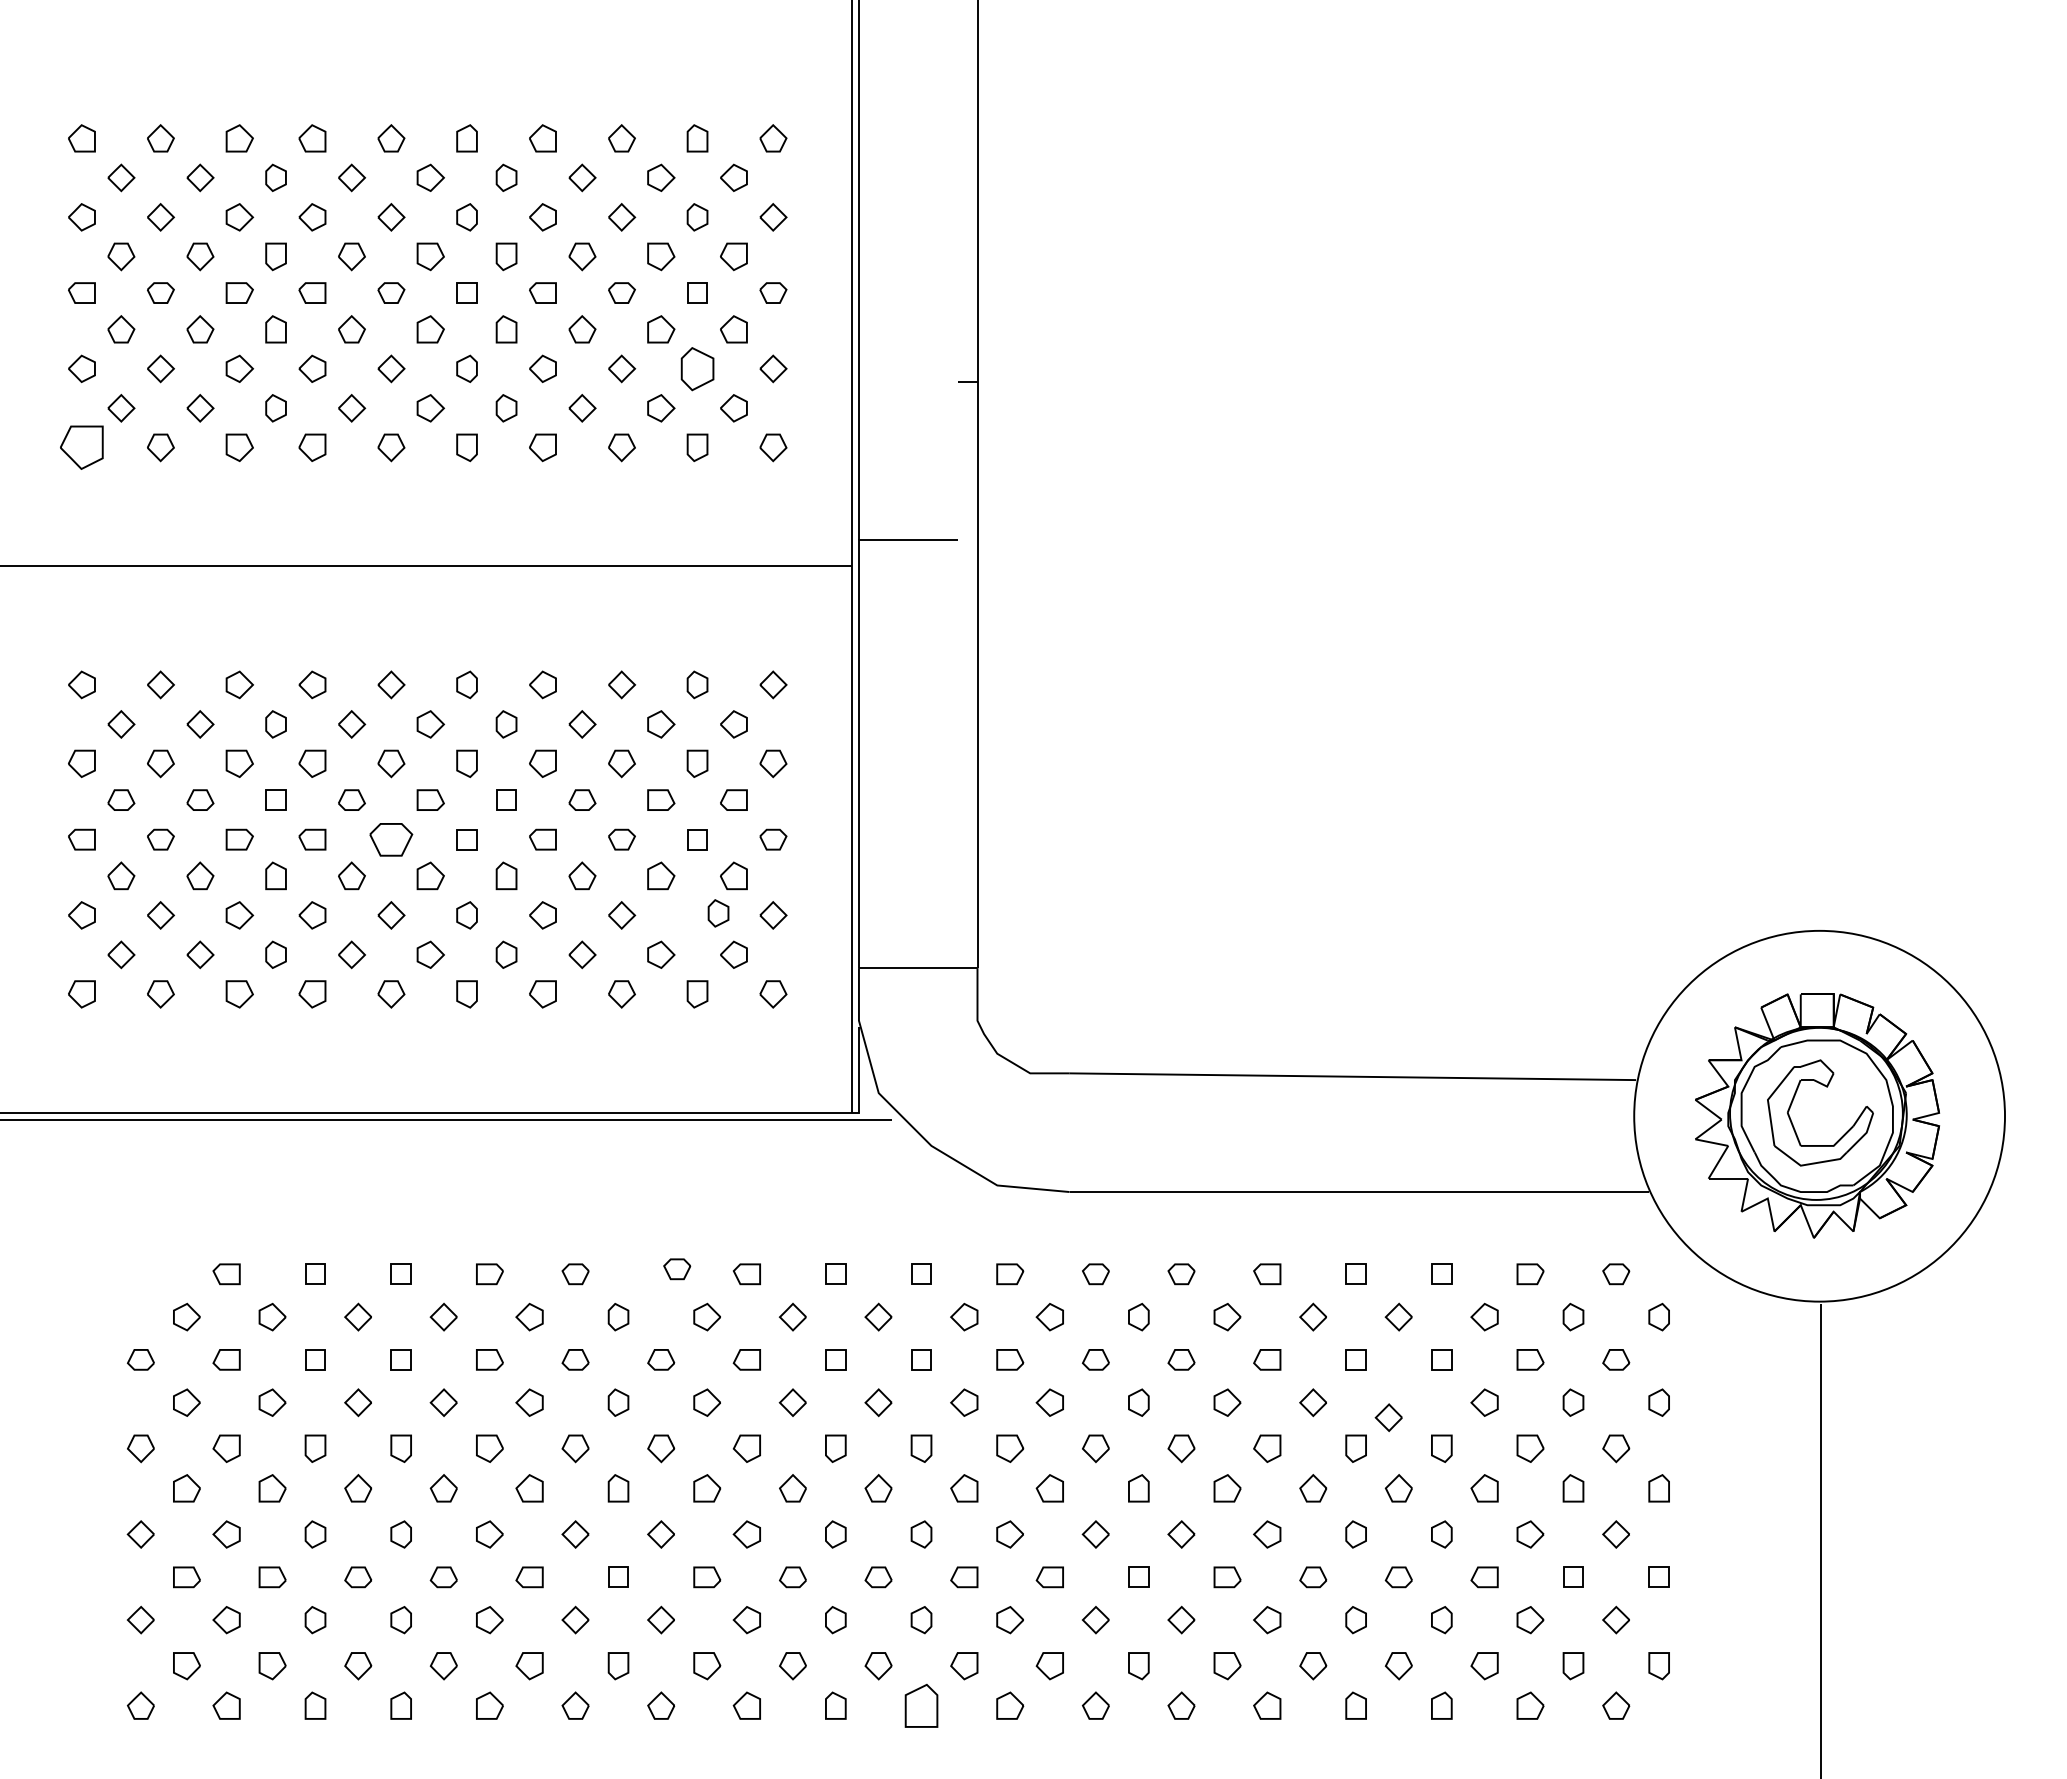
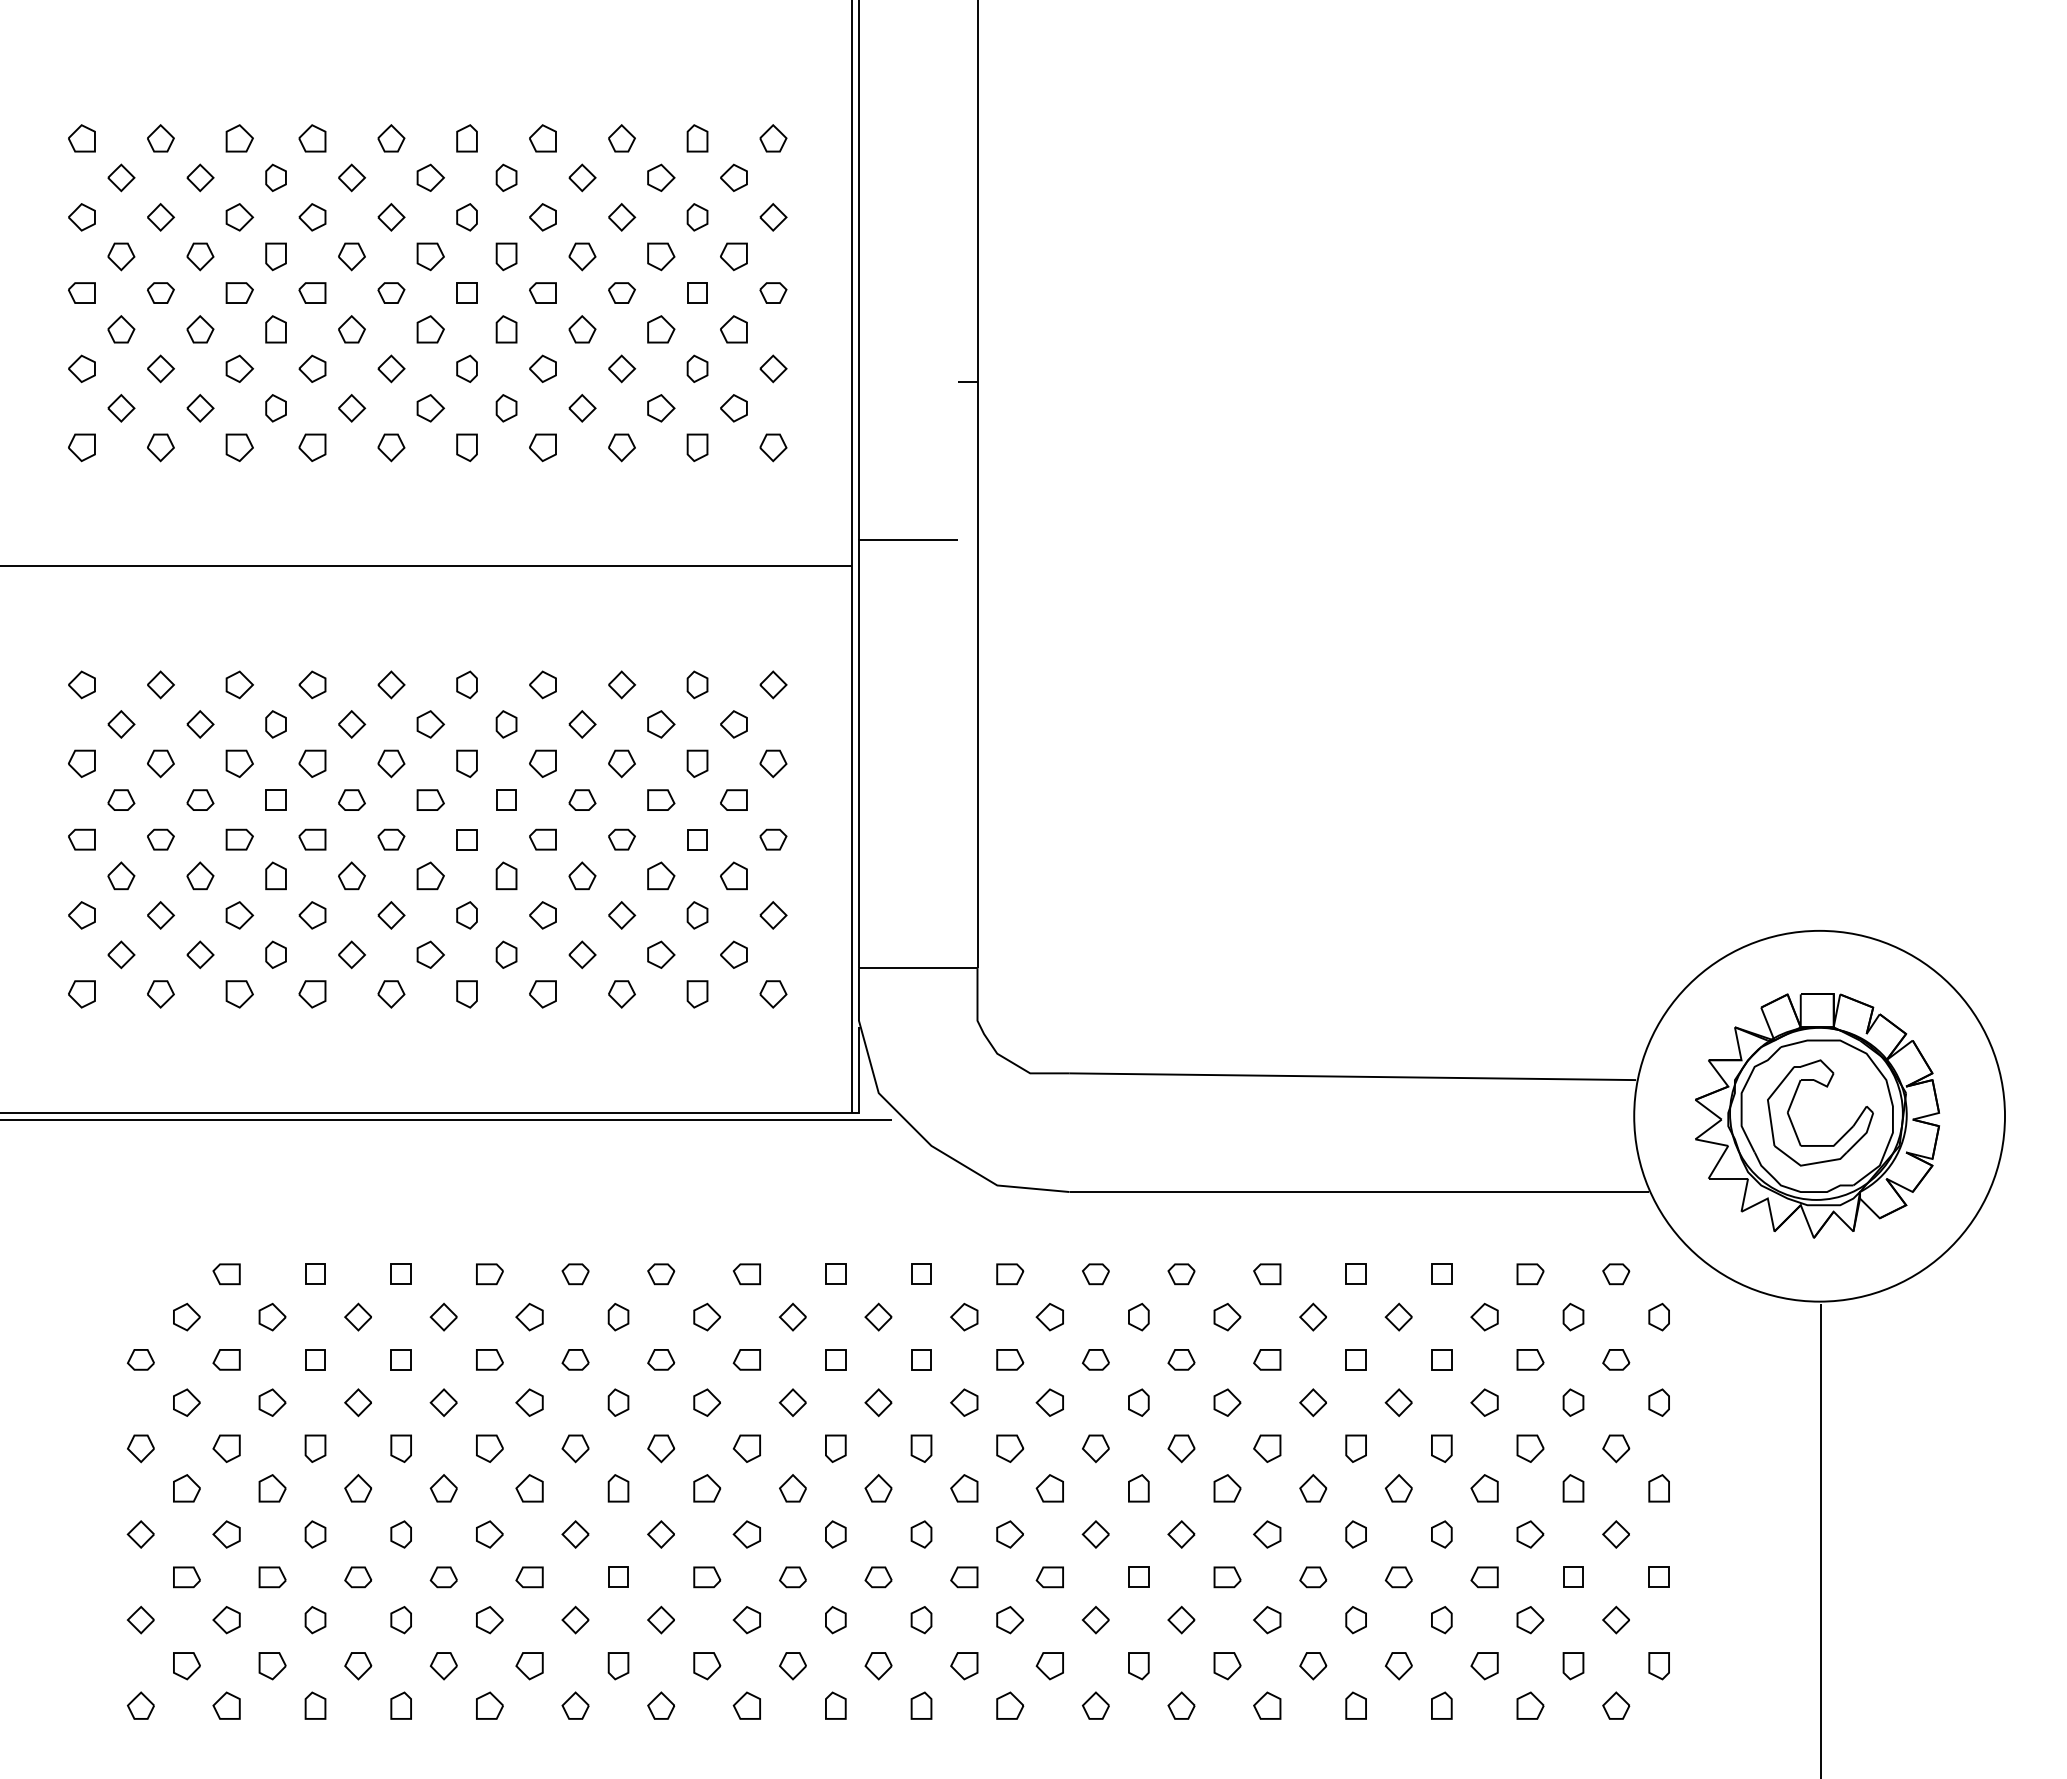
part at (697, 369) size: 35x45 px -> 23x29 px
part at (81, 447) size: 44x45 px -> 28x30 px
part at (391, 839) size: 45x34 px -> 29x23 px
part at (718, 913) position: (718, 913) -> (697, 915)
part at (677, 1269) position: (677, 1269) -> (661, 1274)
part at (1388, 1417) position: (1388, 1417) -> (1398, 1402)
part at (921, 1705) size: 35x44 px -> 23x29 px
